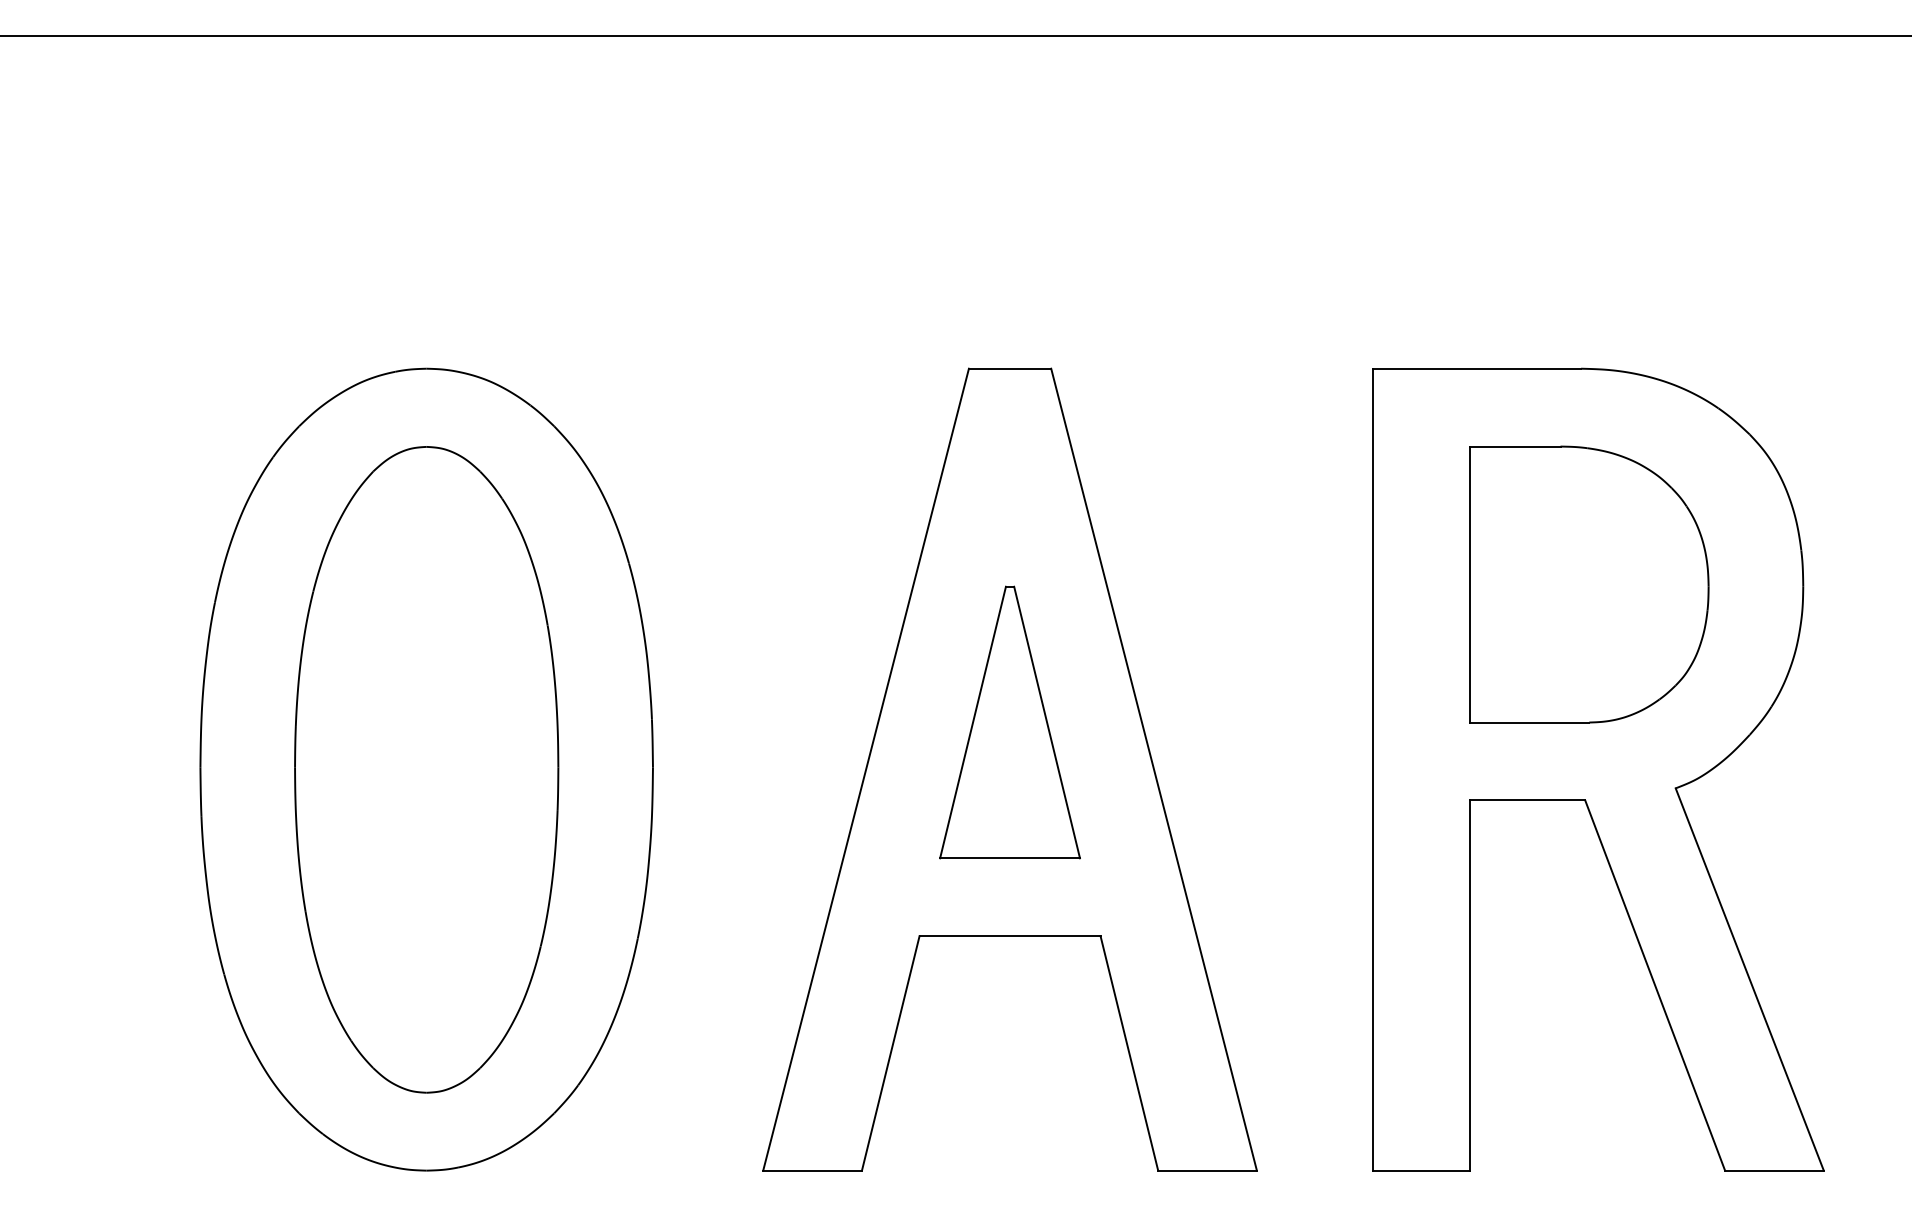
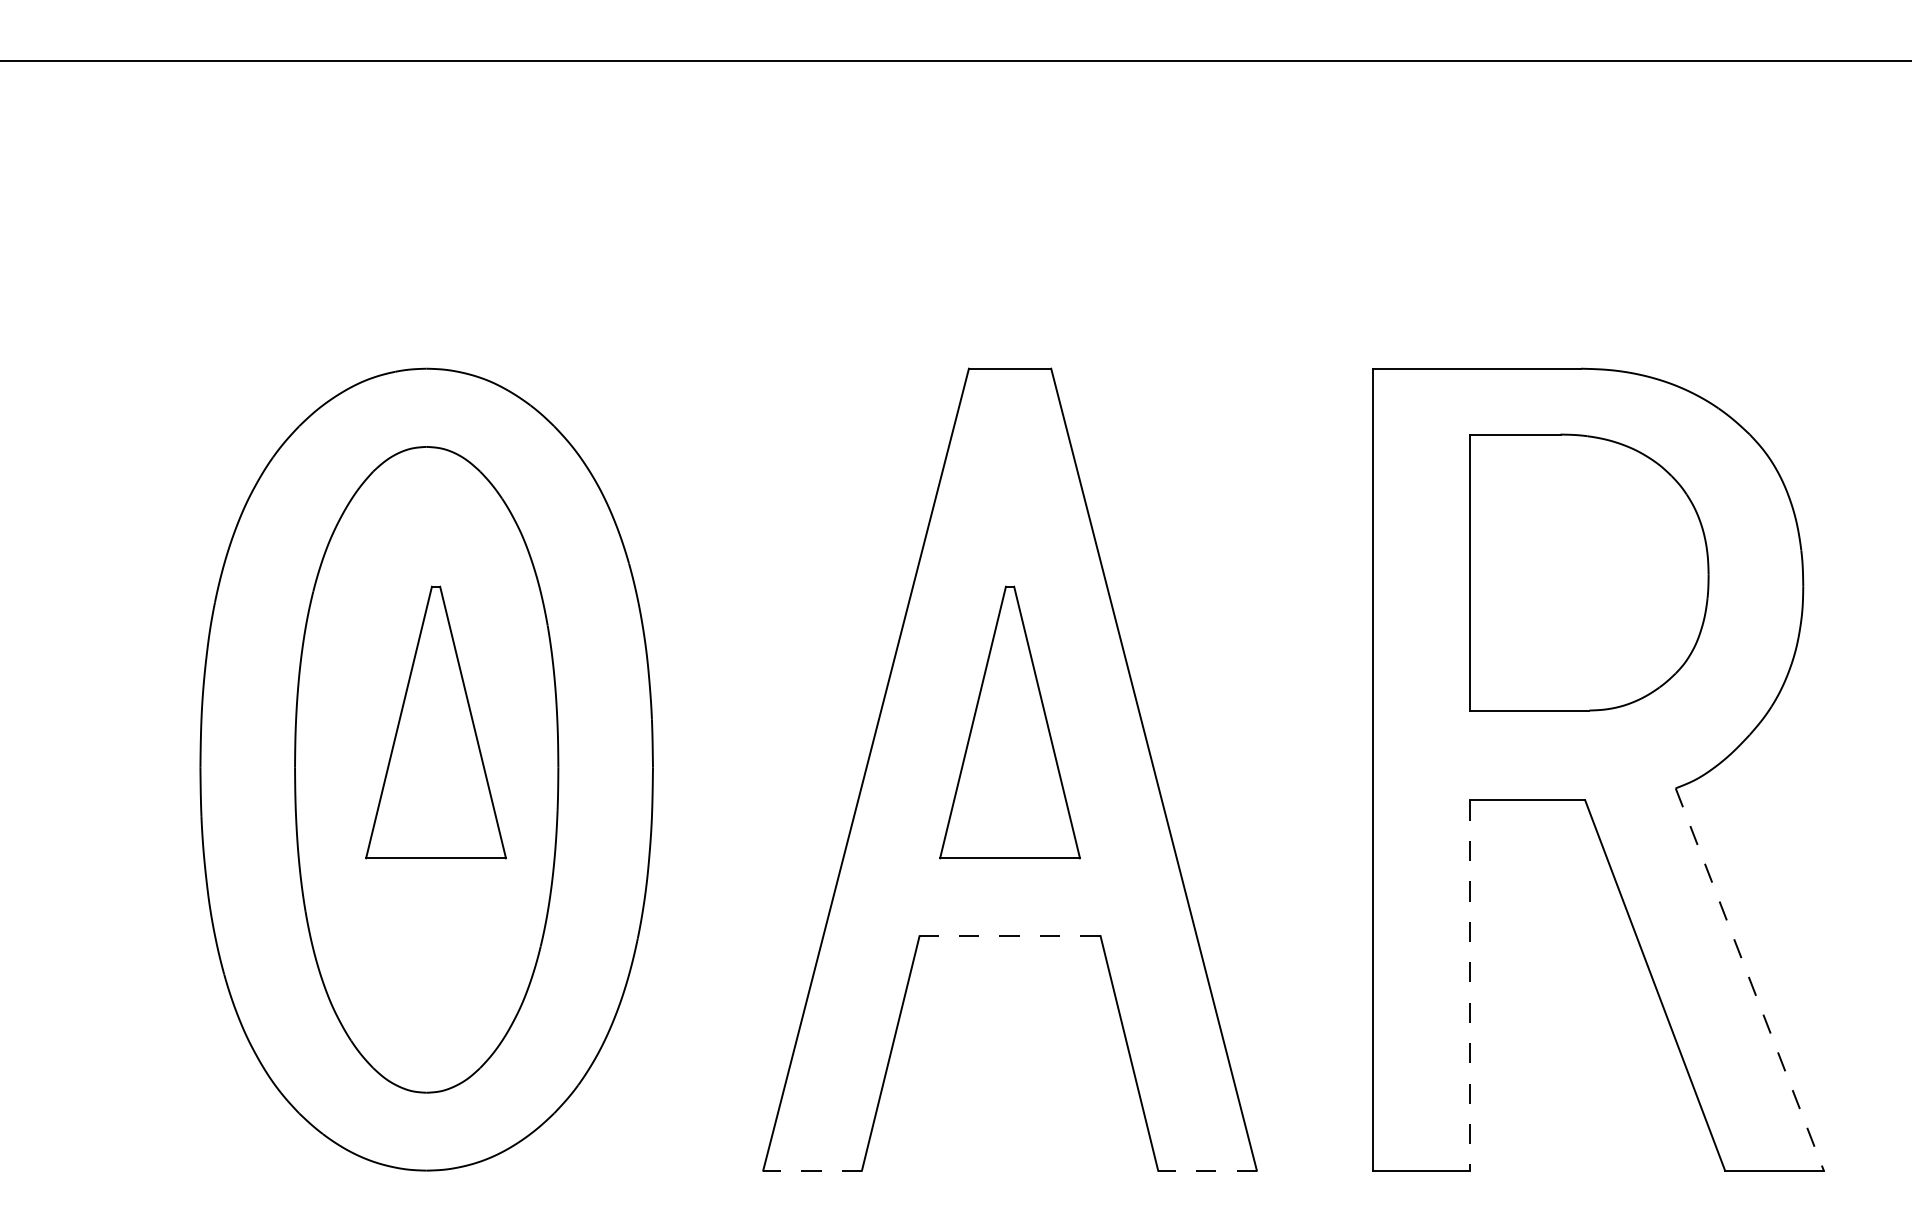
line at (955, 36) position: (955, 36) -> (955, 61)
part at (1589, 584) position: (1589, 584) -> (1589, 572)
part at (435, 722): none -> present
line at (1010, 936): solid -> dashed
line at (1749, 979): solid -> dashed
line at (1470, 986): solid -> dashed
line at (812, 1170): solid -> dashed
line at (1207, 1170): solid -> dashed
